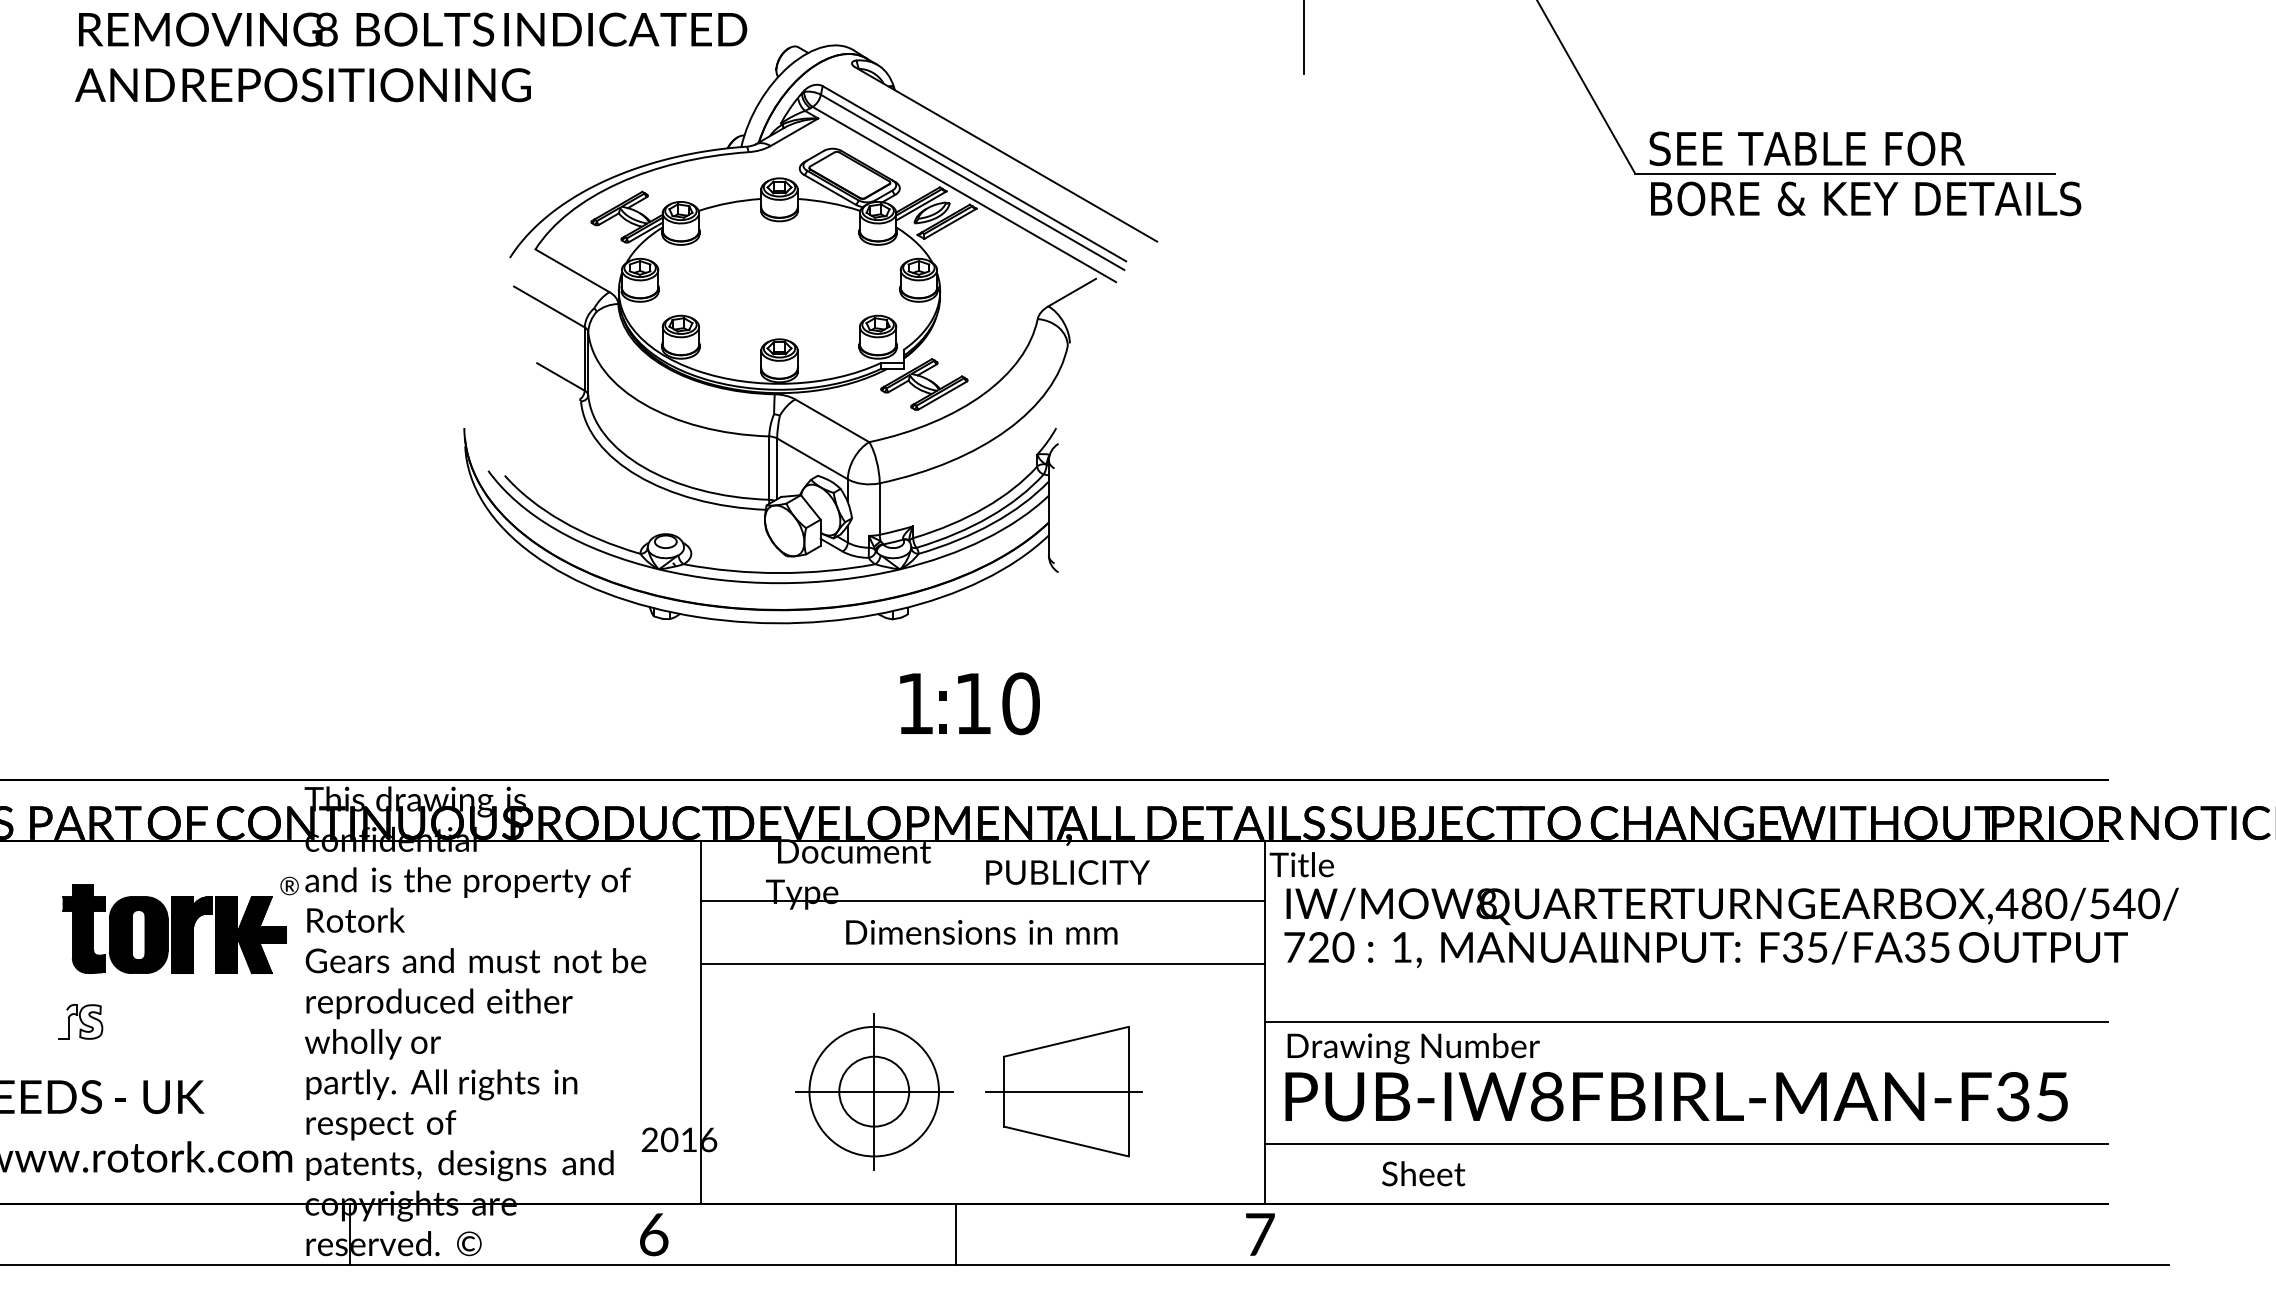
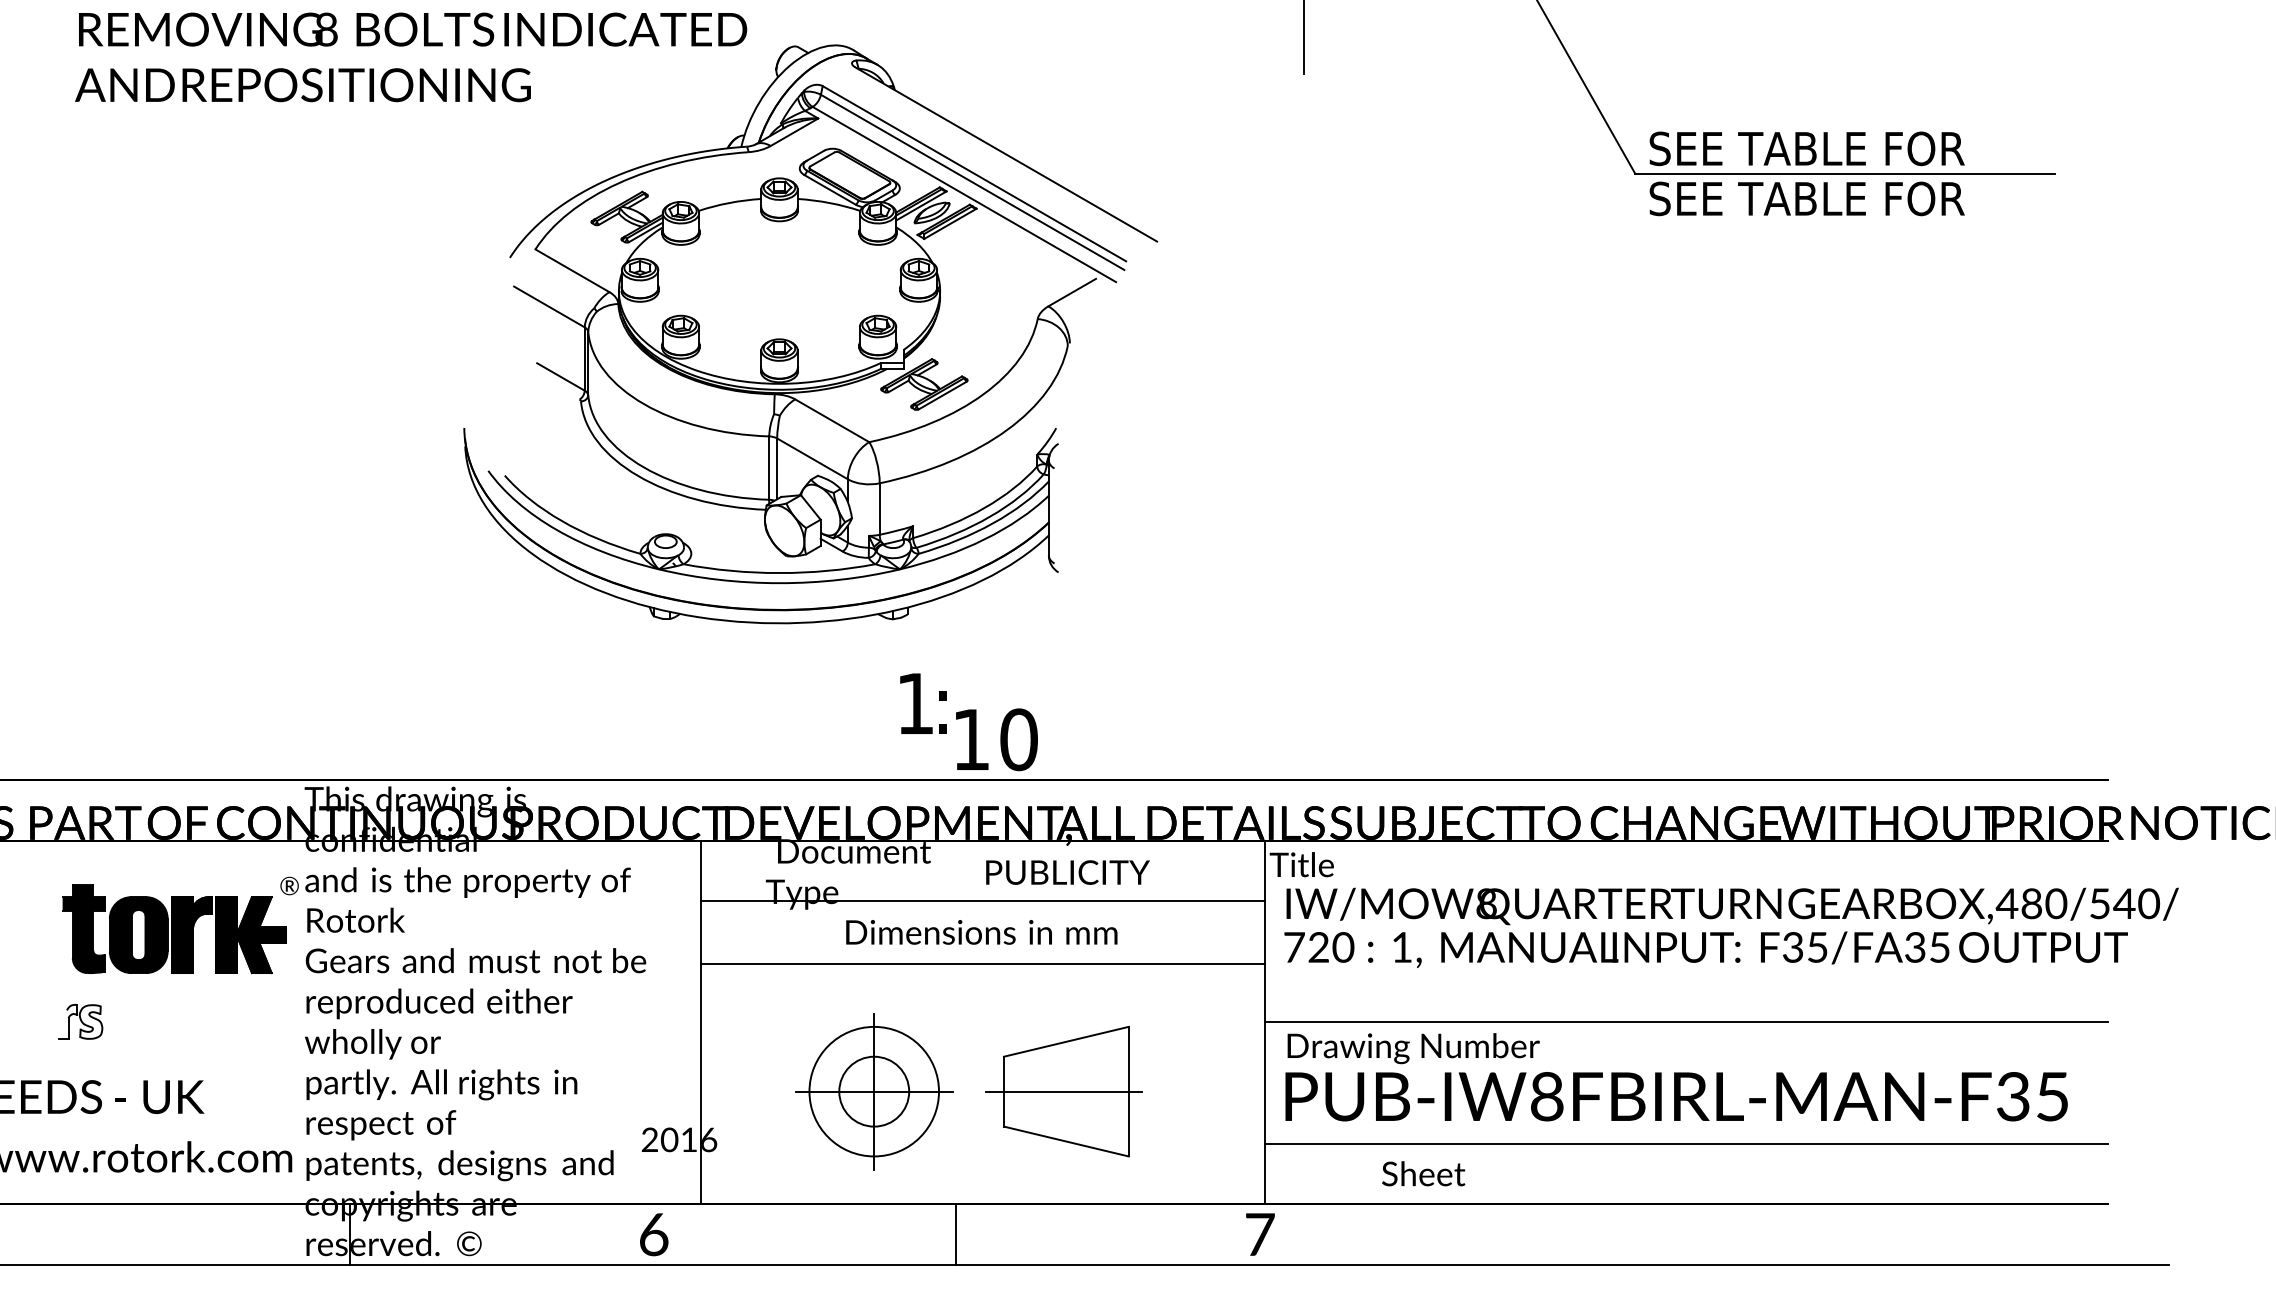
text at (1865, 198): BORE & KEY DETAILS -> SEE TABLE FOR
text at (998, 703) position: (998, 703) -> (996, 739)
